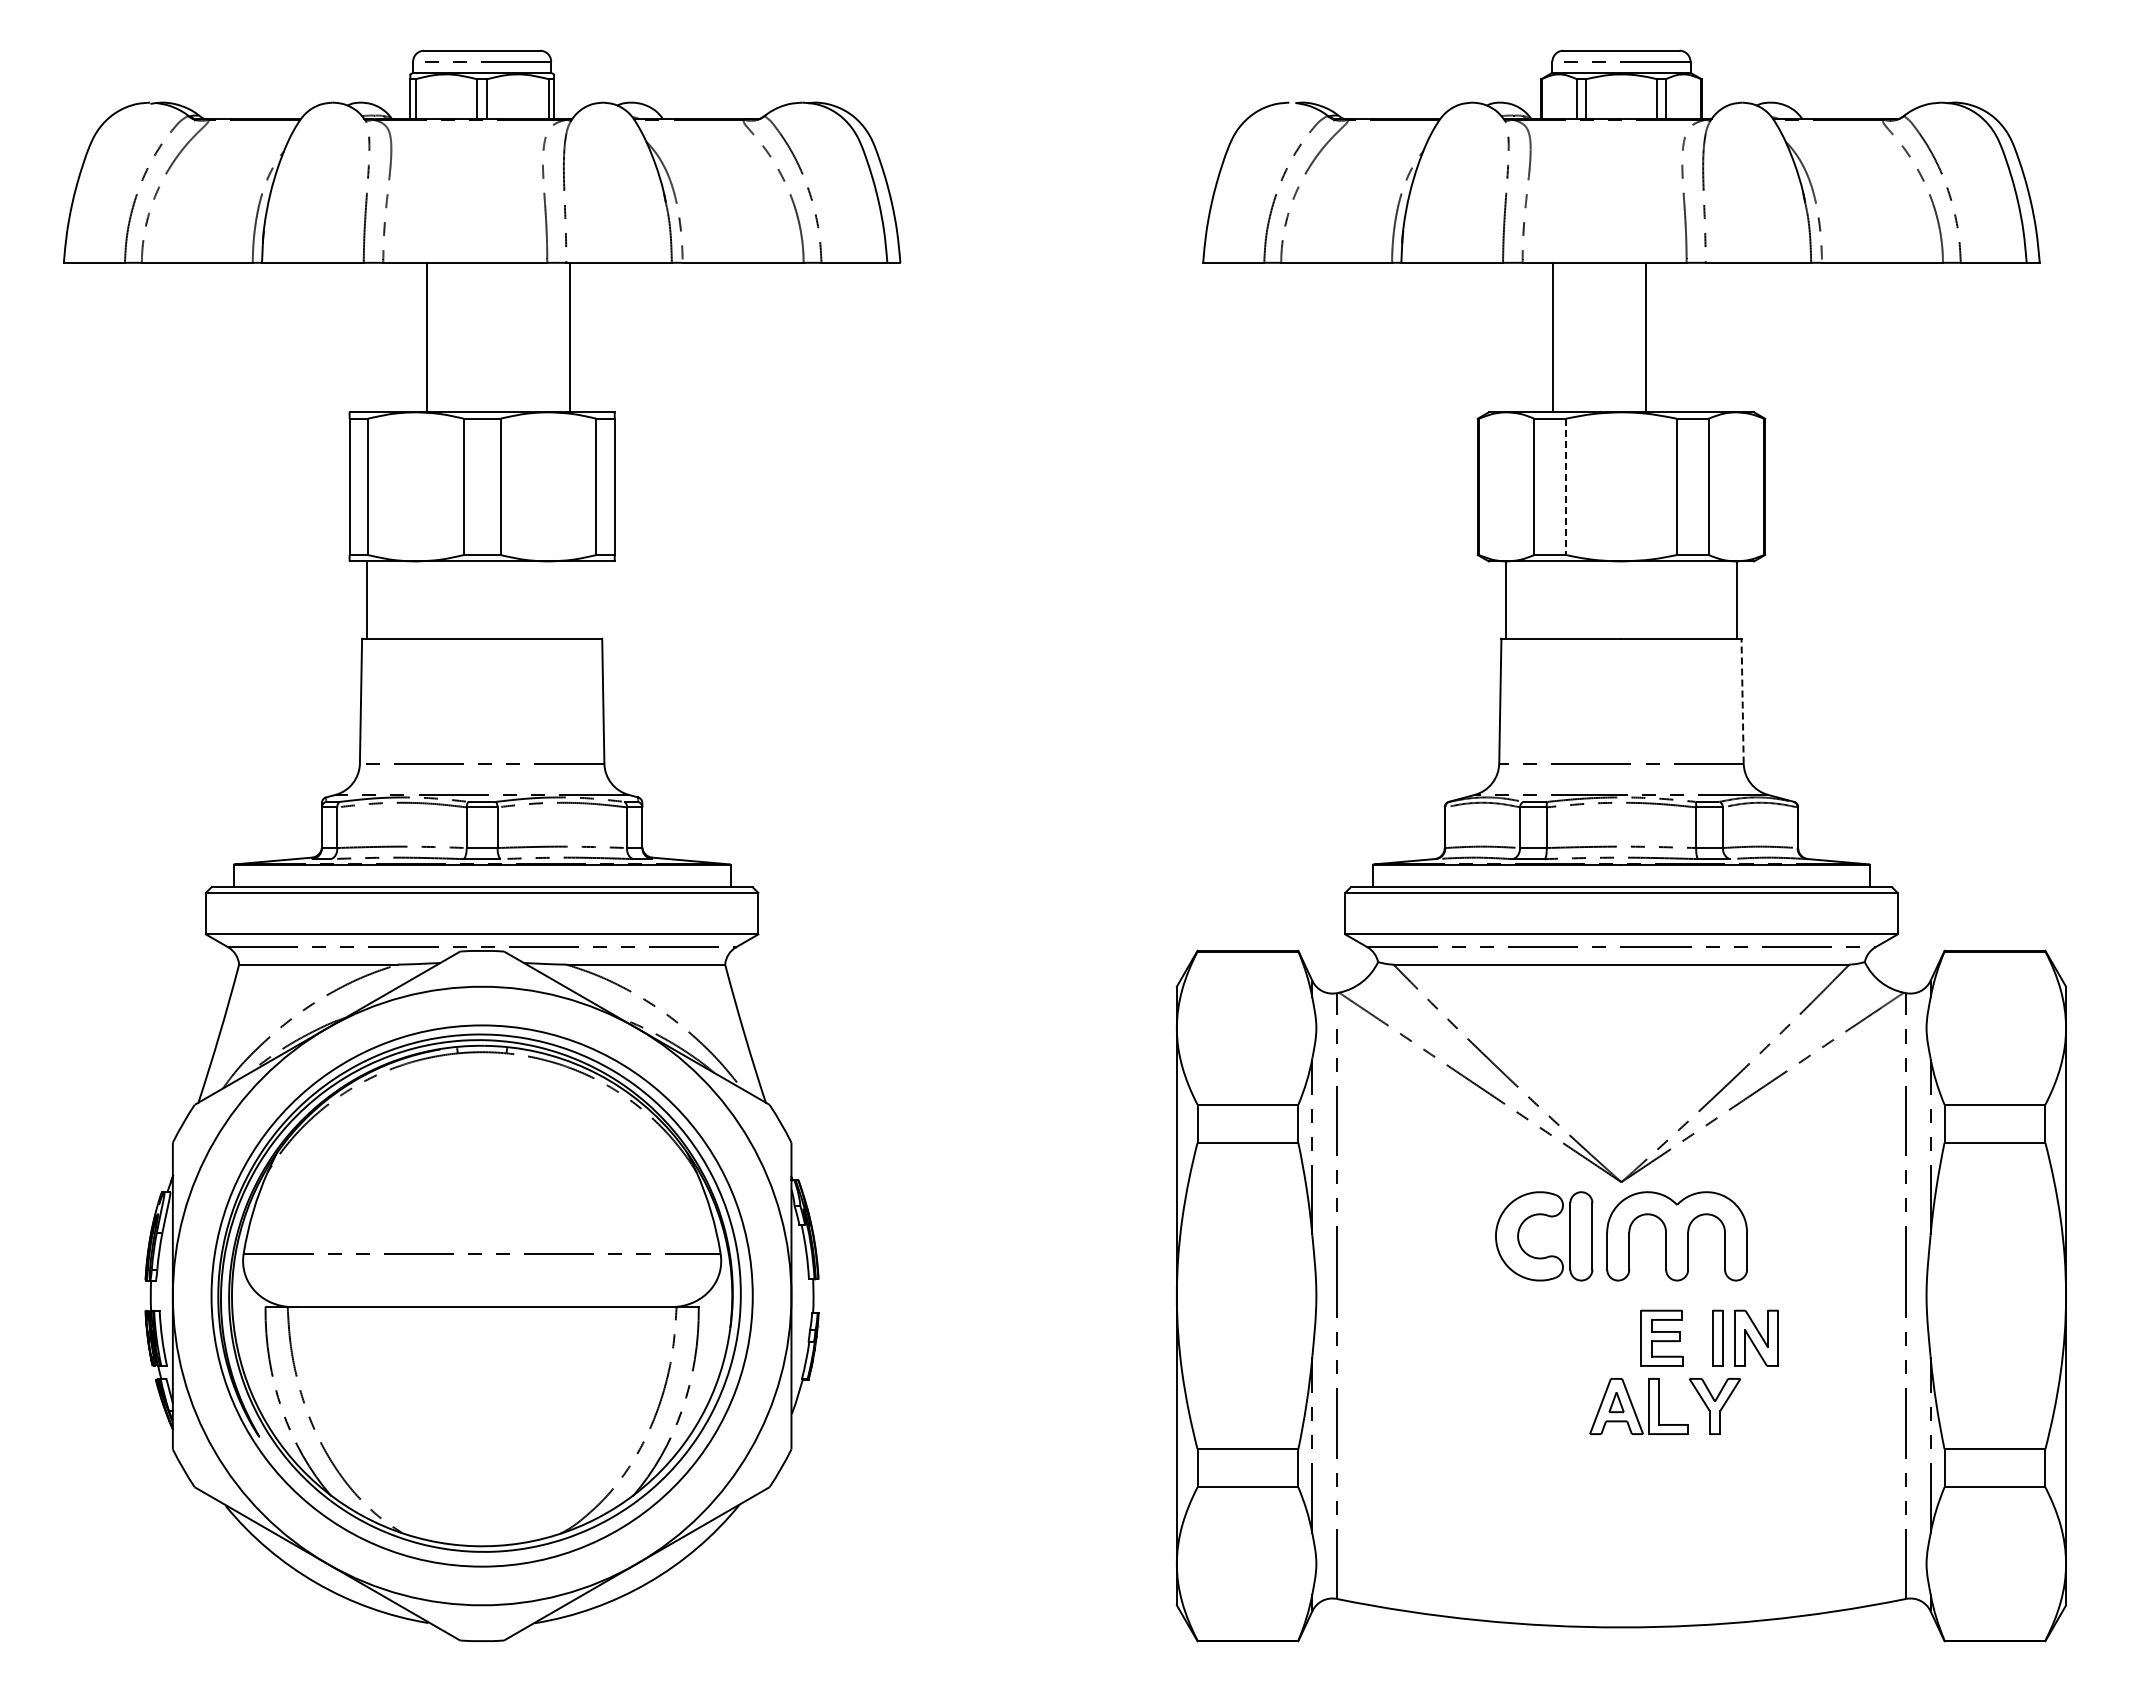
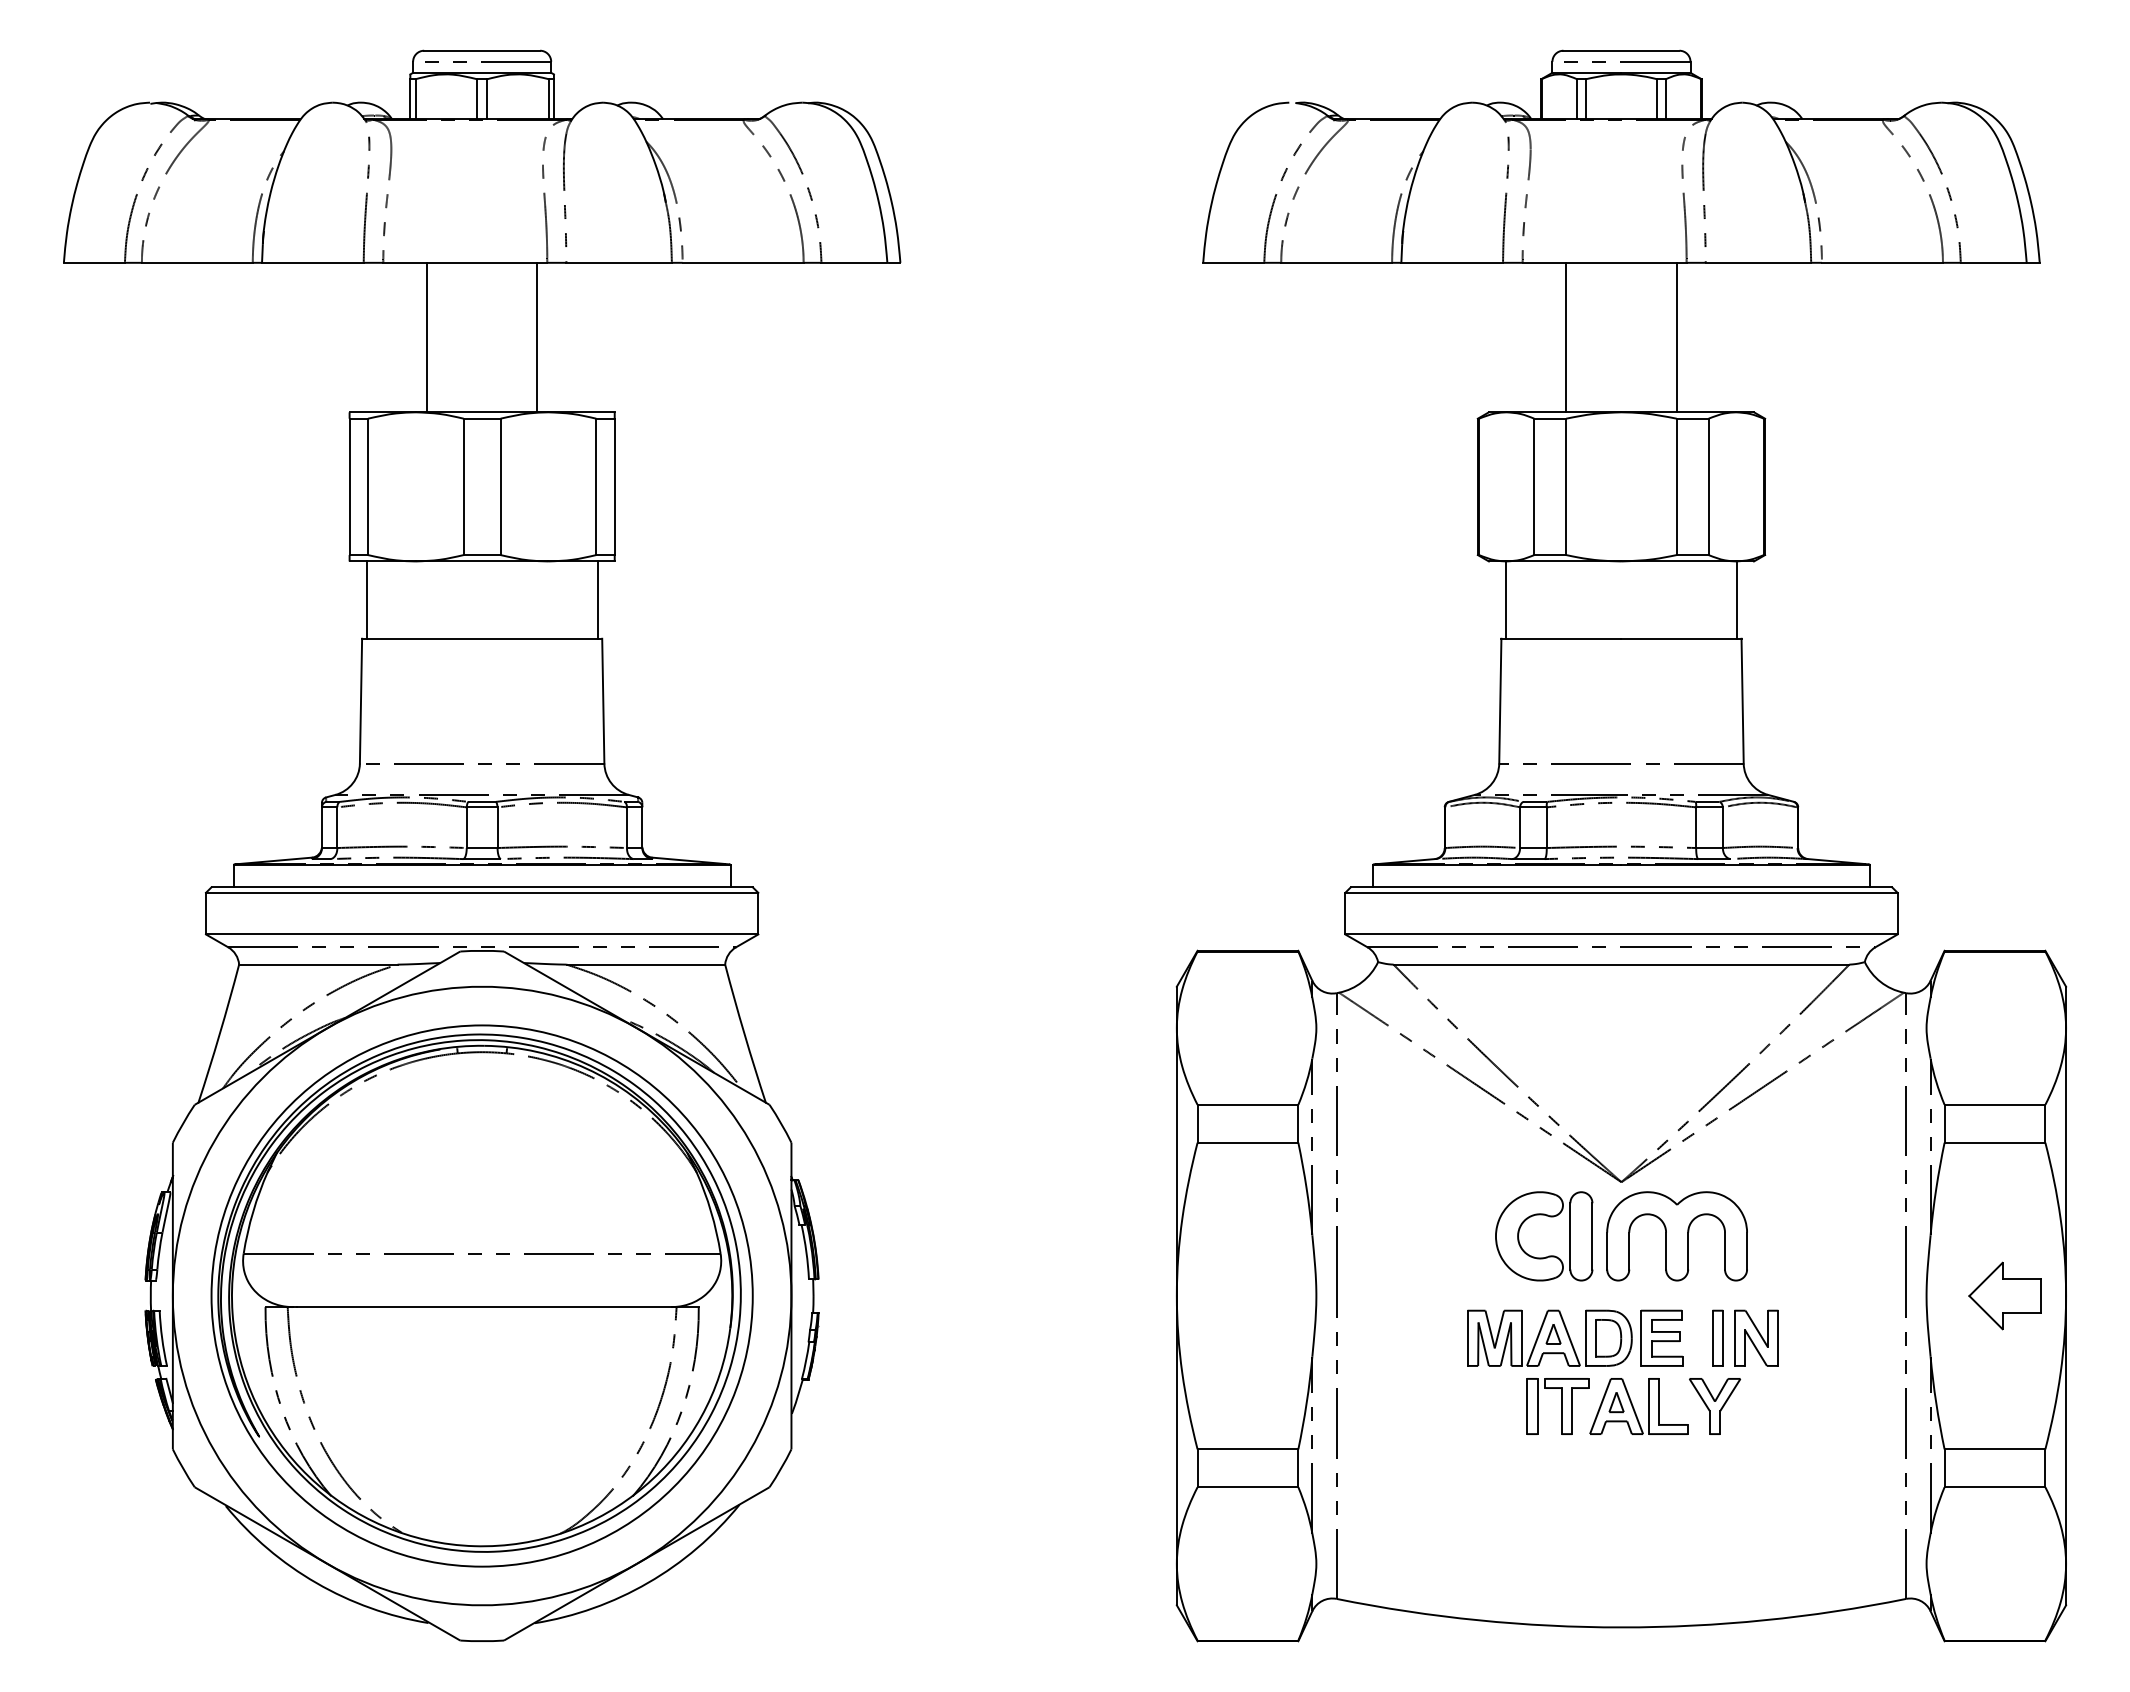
line at (570, 337) position: (570, 337) -> (537, 337)
line at (1553, 337) position: (1553, 337) -> (1566, 337)
line at (1645, 337) position: (1645, 337) -> (1676, 337)
line at (1566, 487): dashed -> solid
line at (597, 599): none -> present
line at (1742, 700): dashed -> solid
part at (2004, 1295): none -> present
part at (1549, 1337): none -> present
part at (1557, 1406): none -> present
